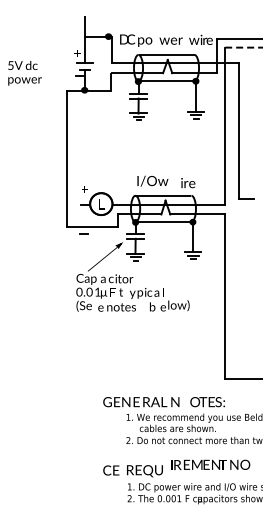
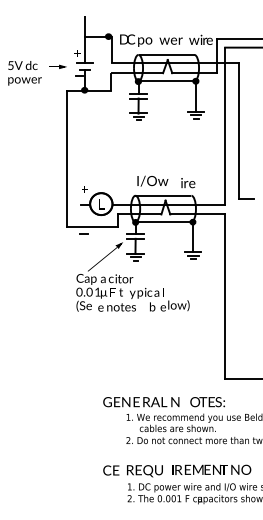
line at (244, 47): dashed -> solid
part at (57, 66): none -> present
text at (210, 464) position: (210, 464) -> (211, 469)
